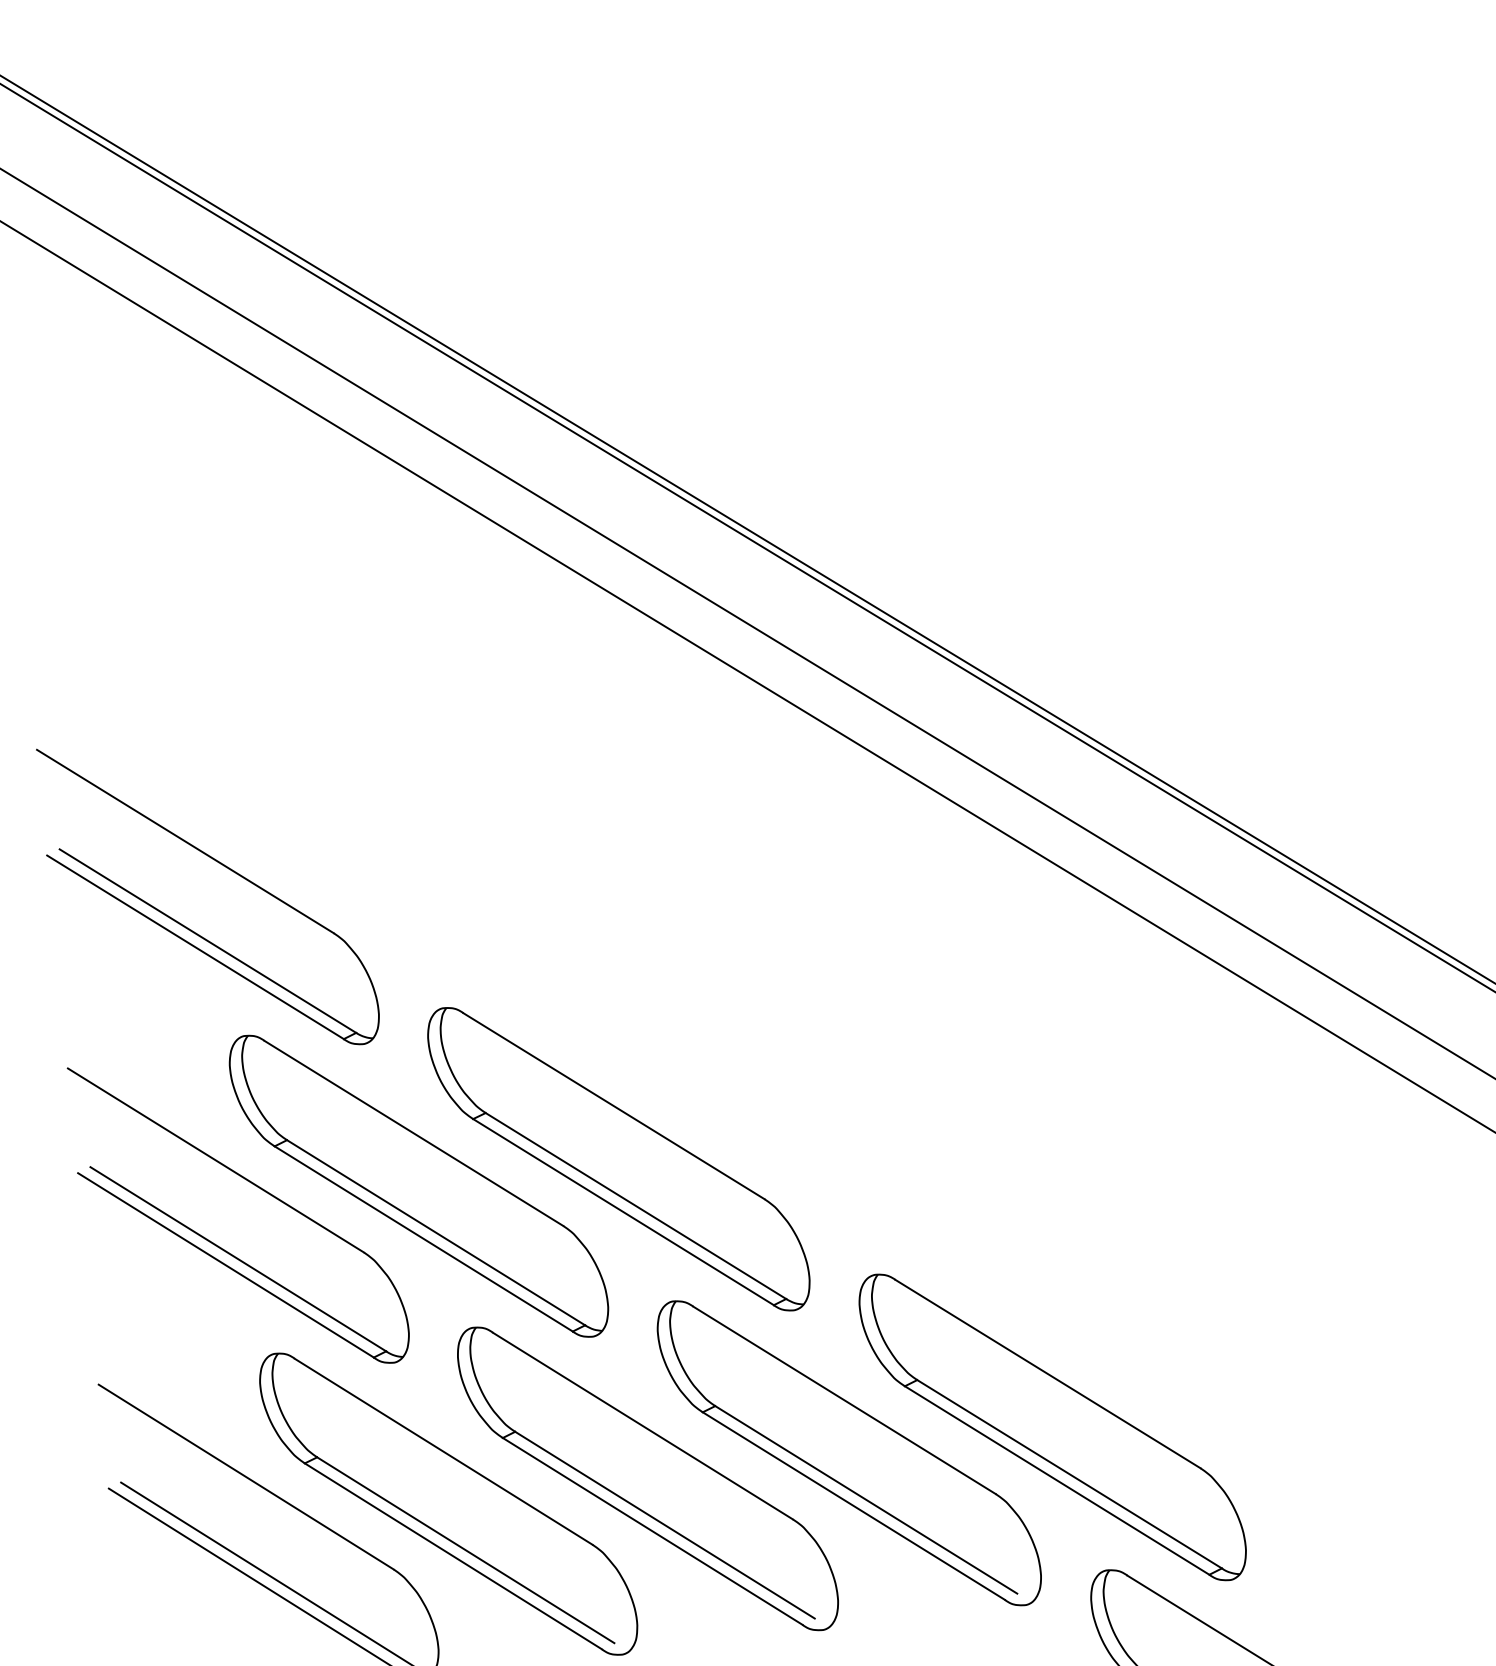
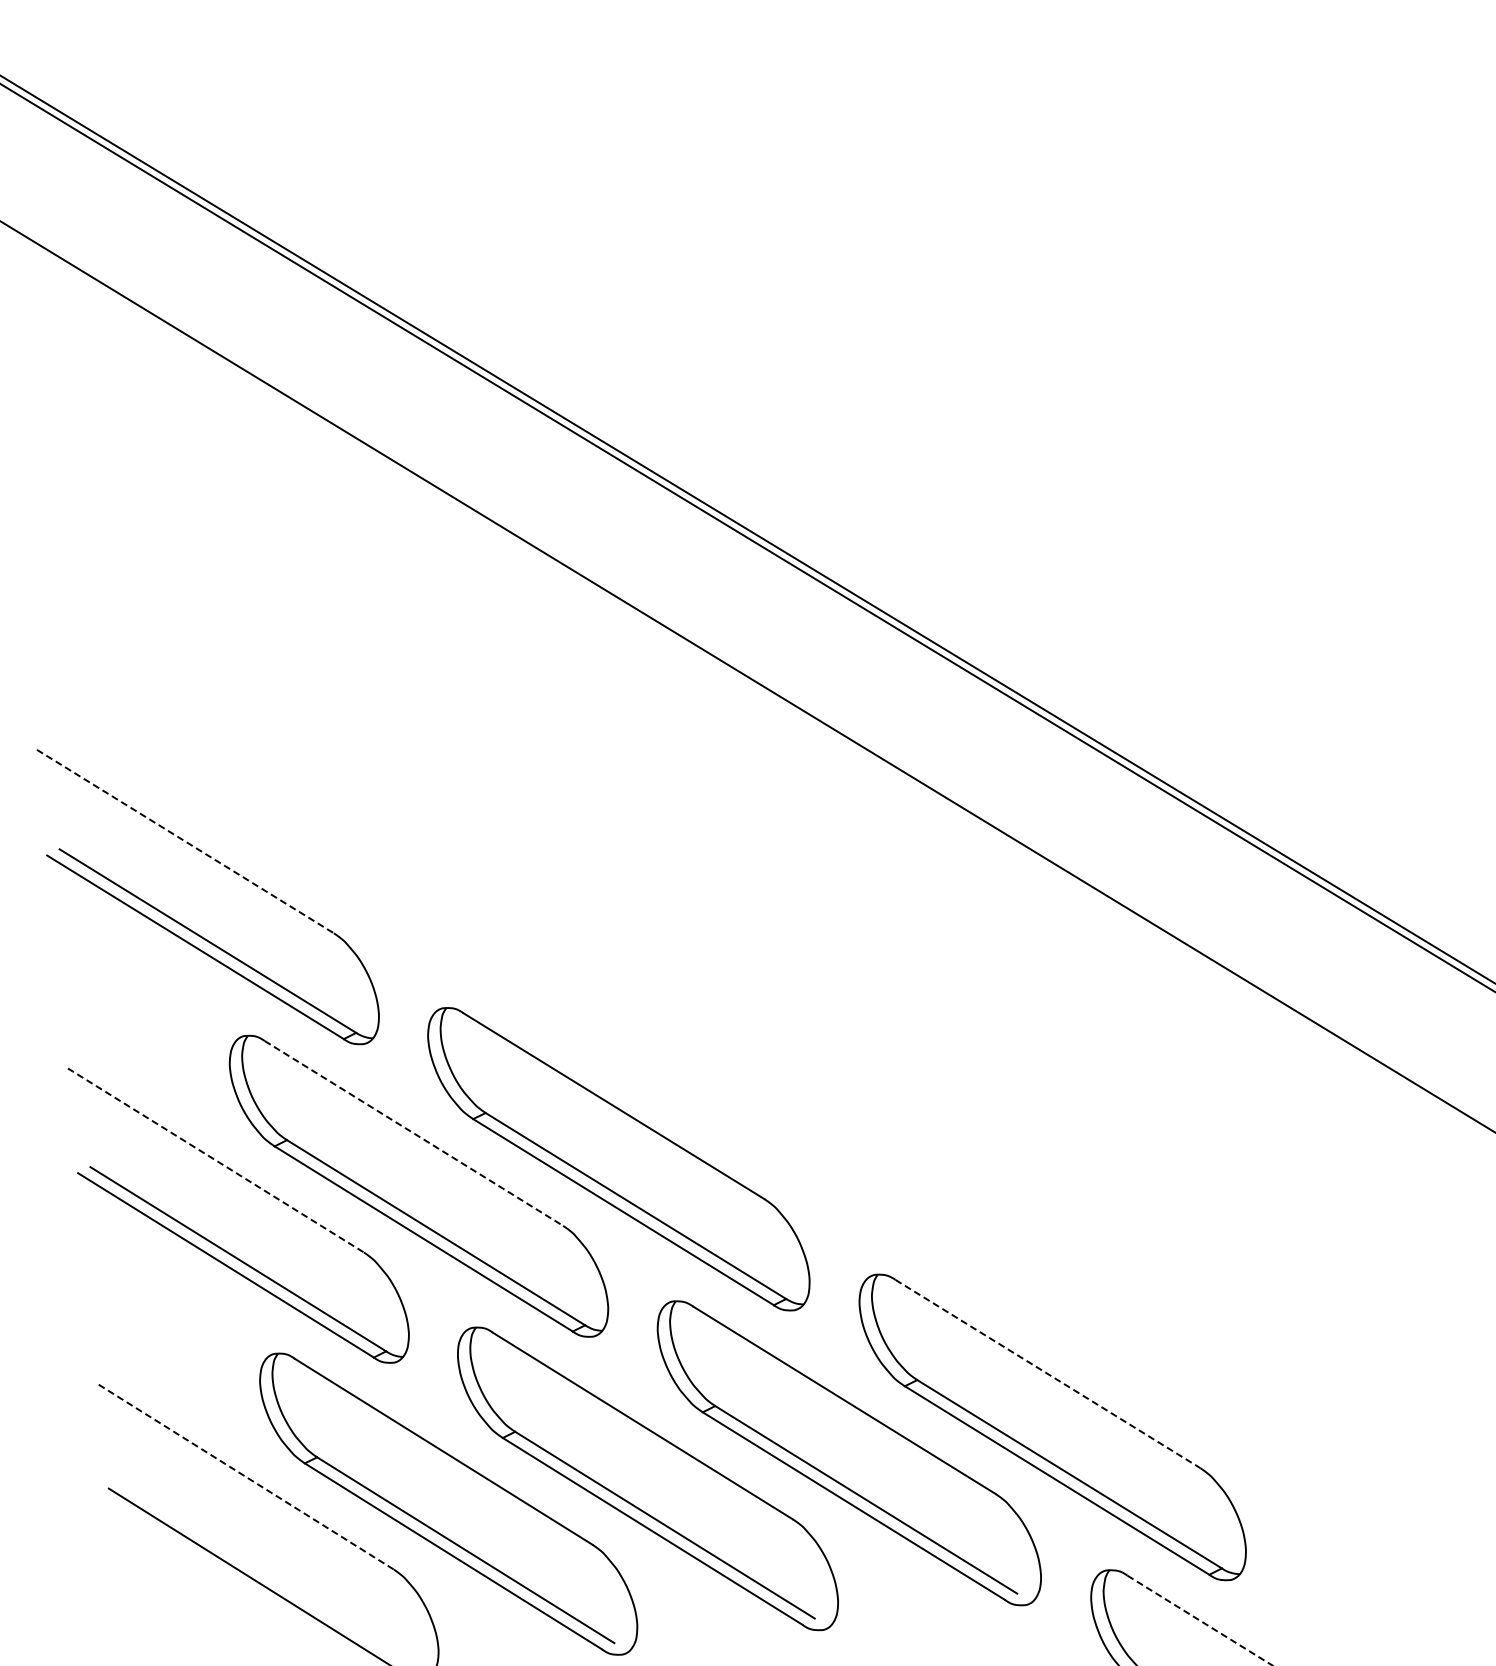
line at (747, 623): present -> none
line at (185, 841): solid -> dashed
line at (413, 1133): solid -> dashed
line at (216, 1160): solid -> dashed
line at (1048, 1374): solid -> dashed
line at (246, 1477): solid -> dashed
line at (264, 1572): present -> none
line at (1200, 1620): solid -> dashed
